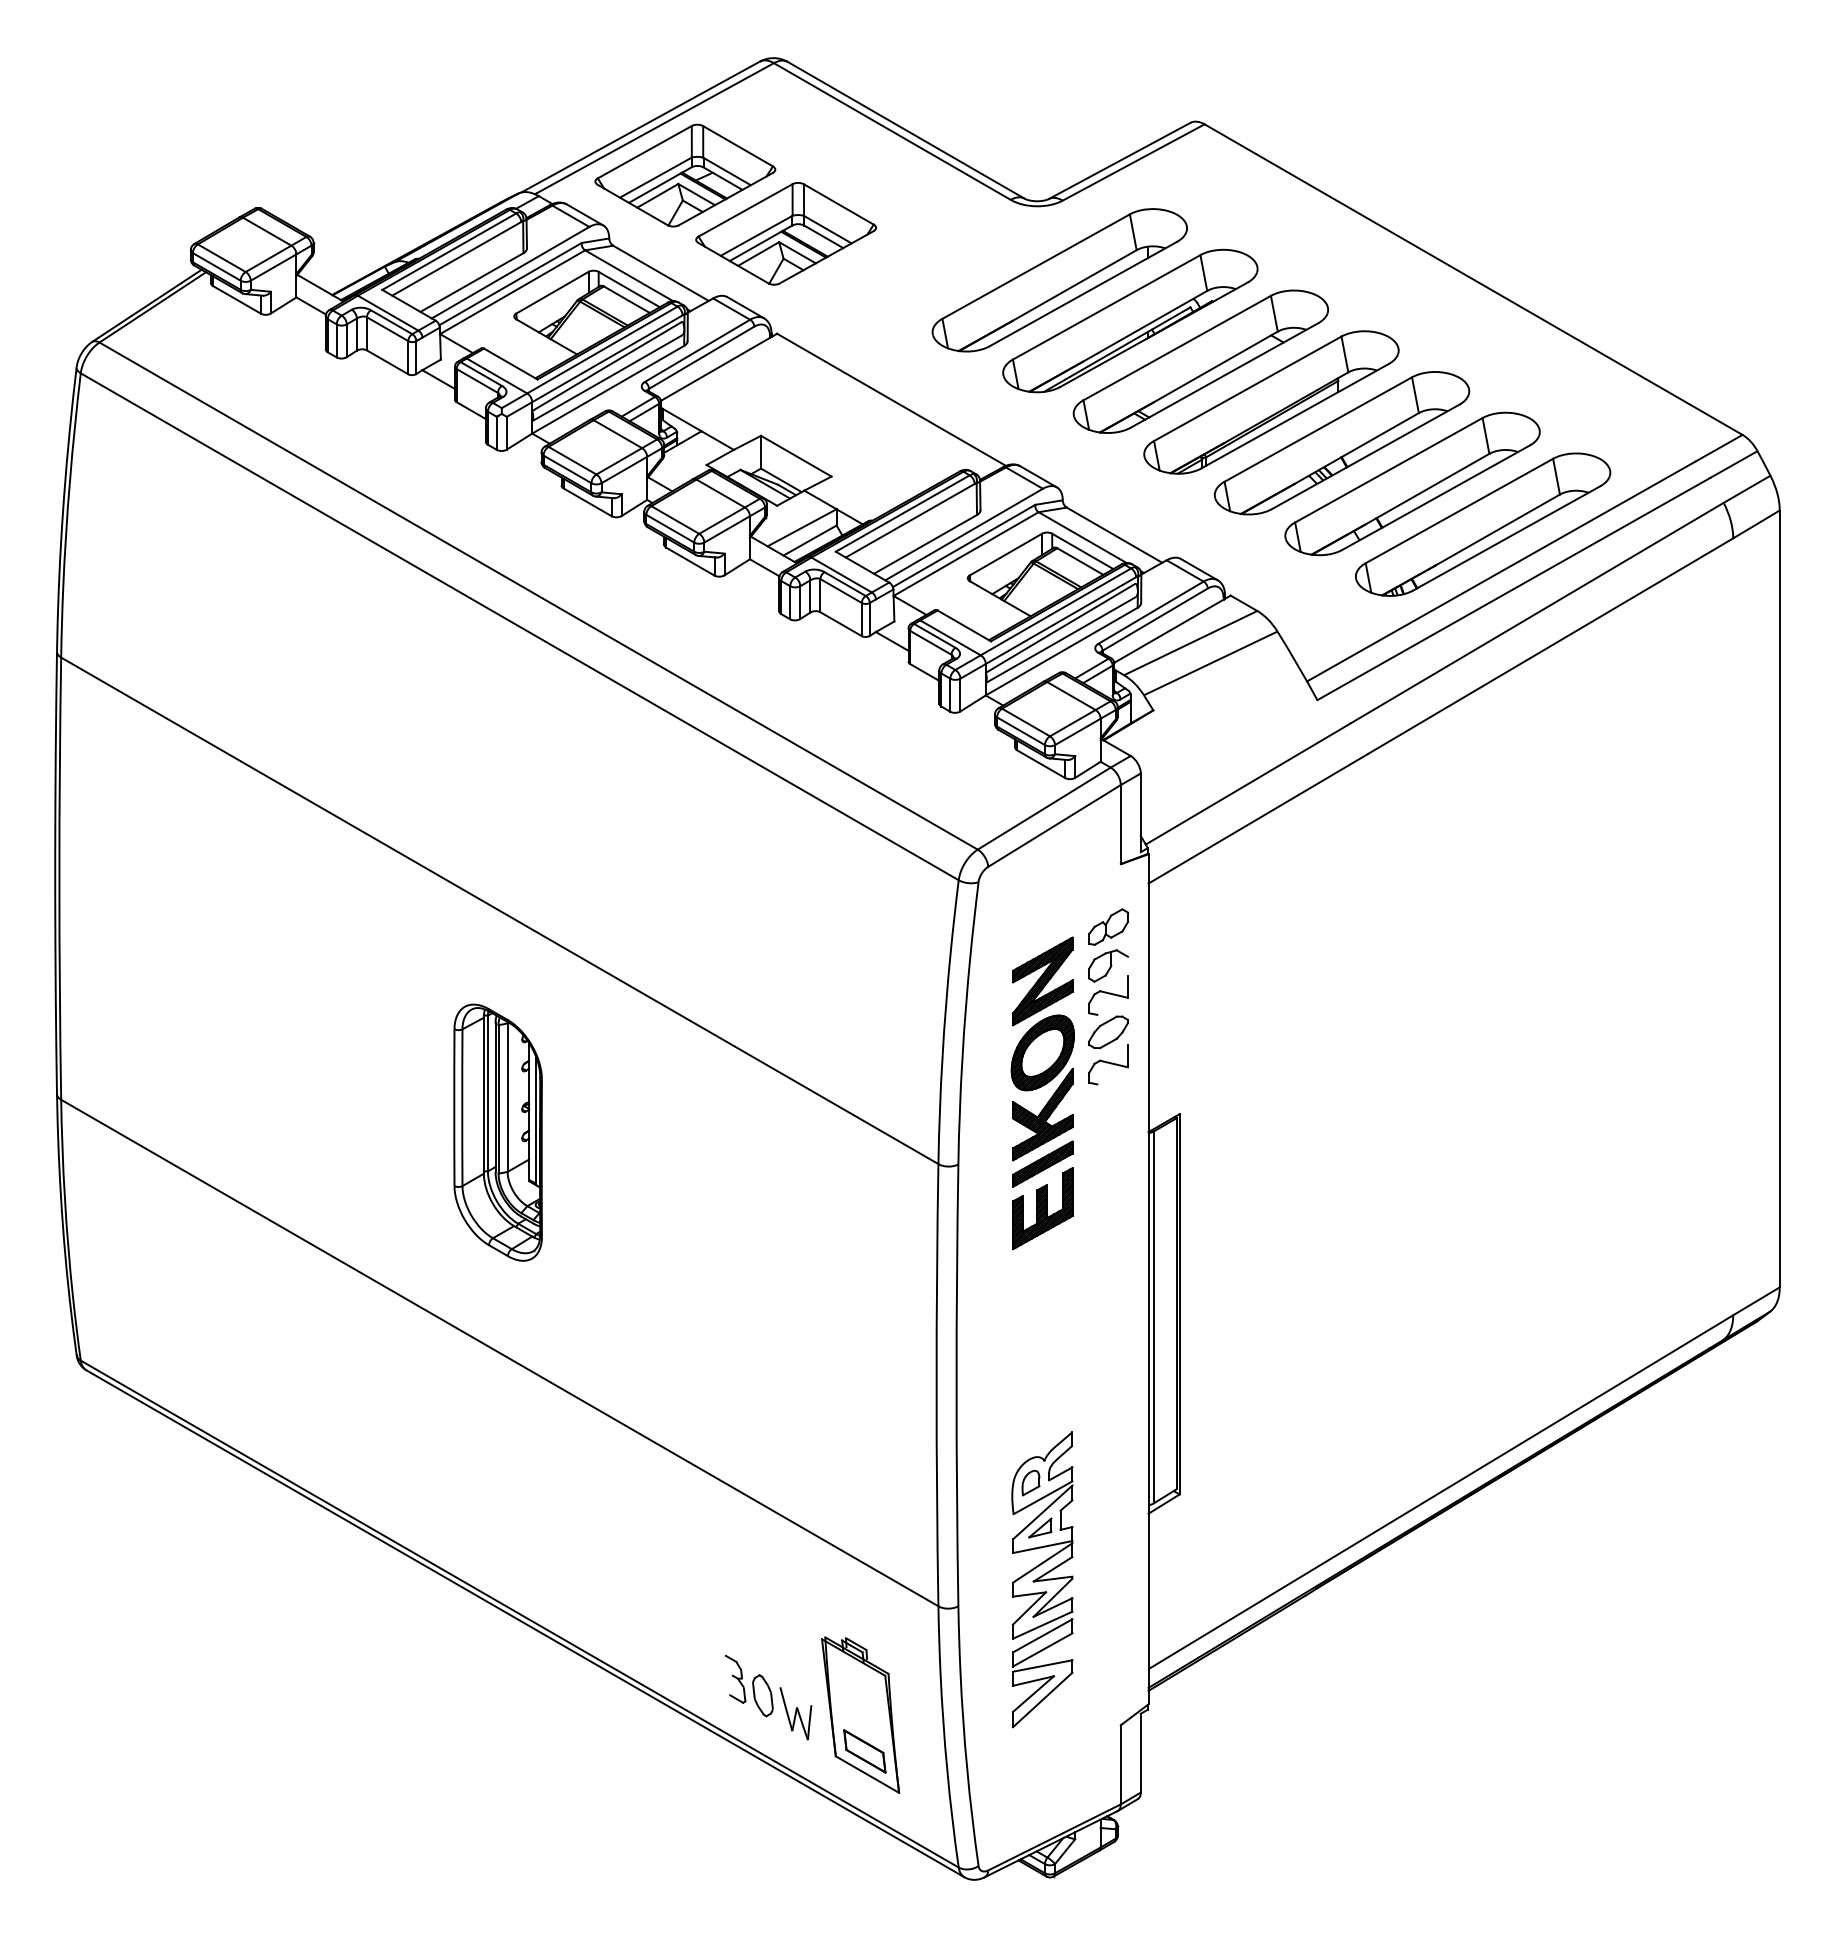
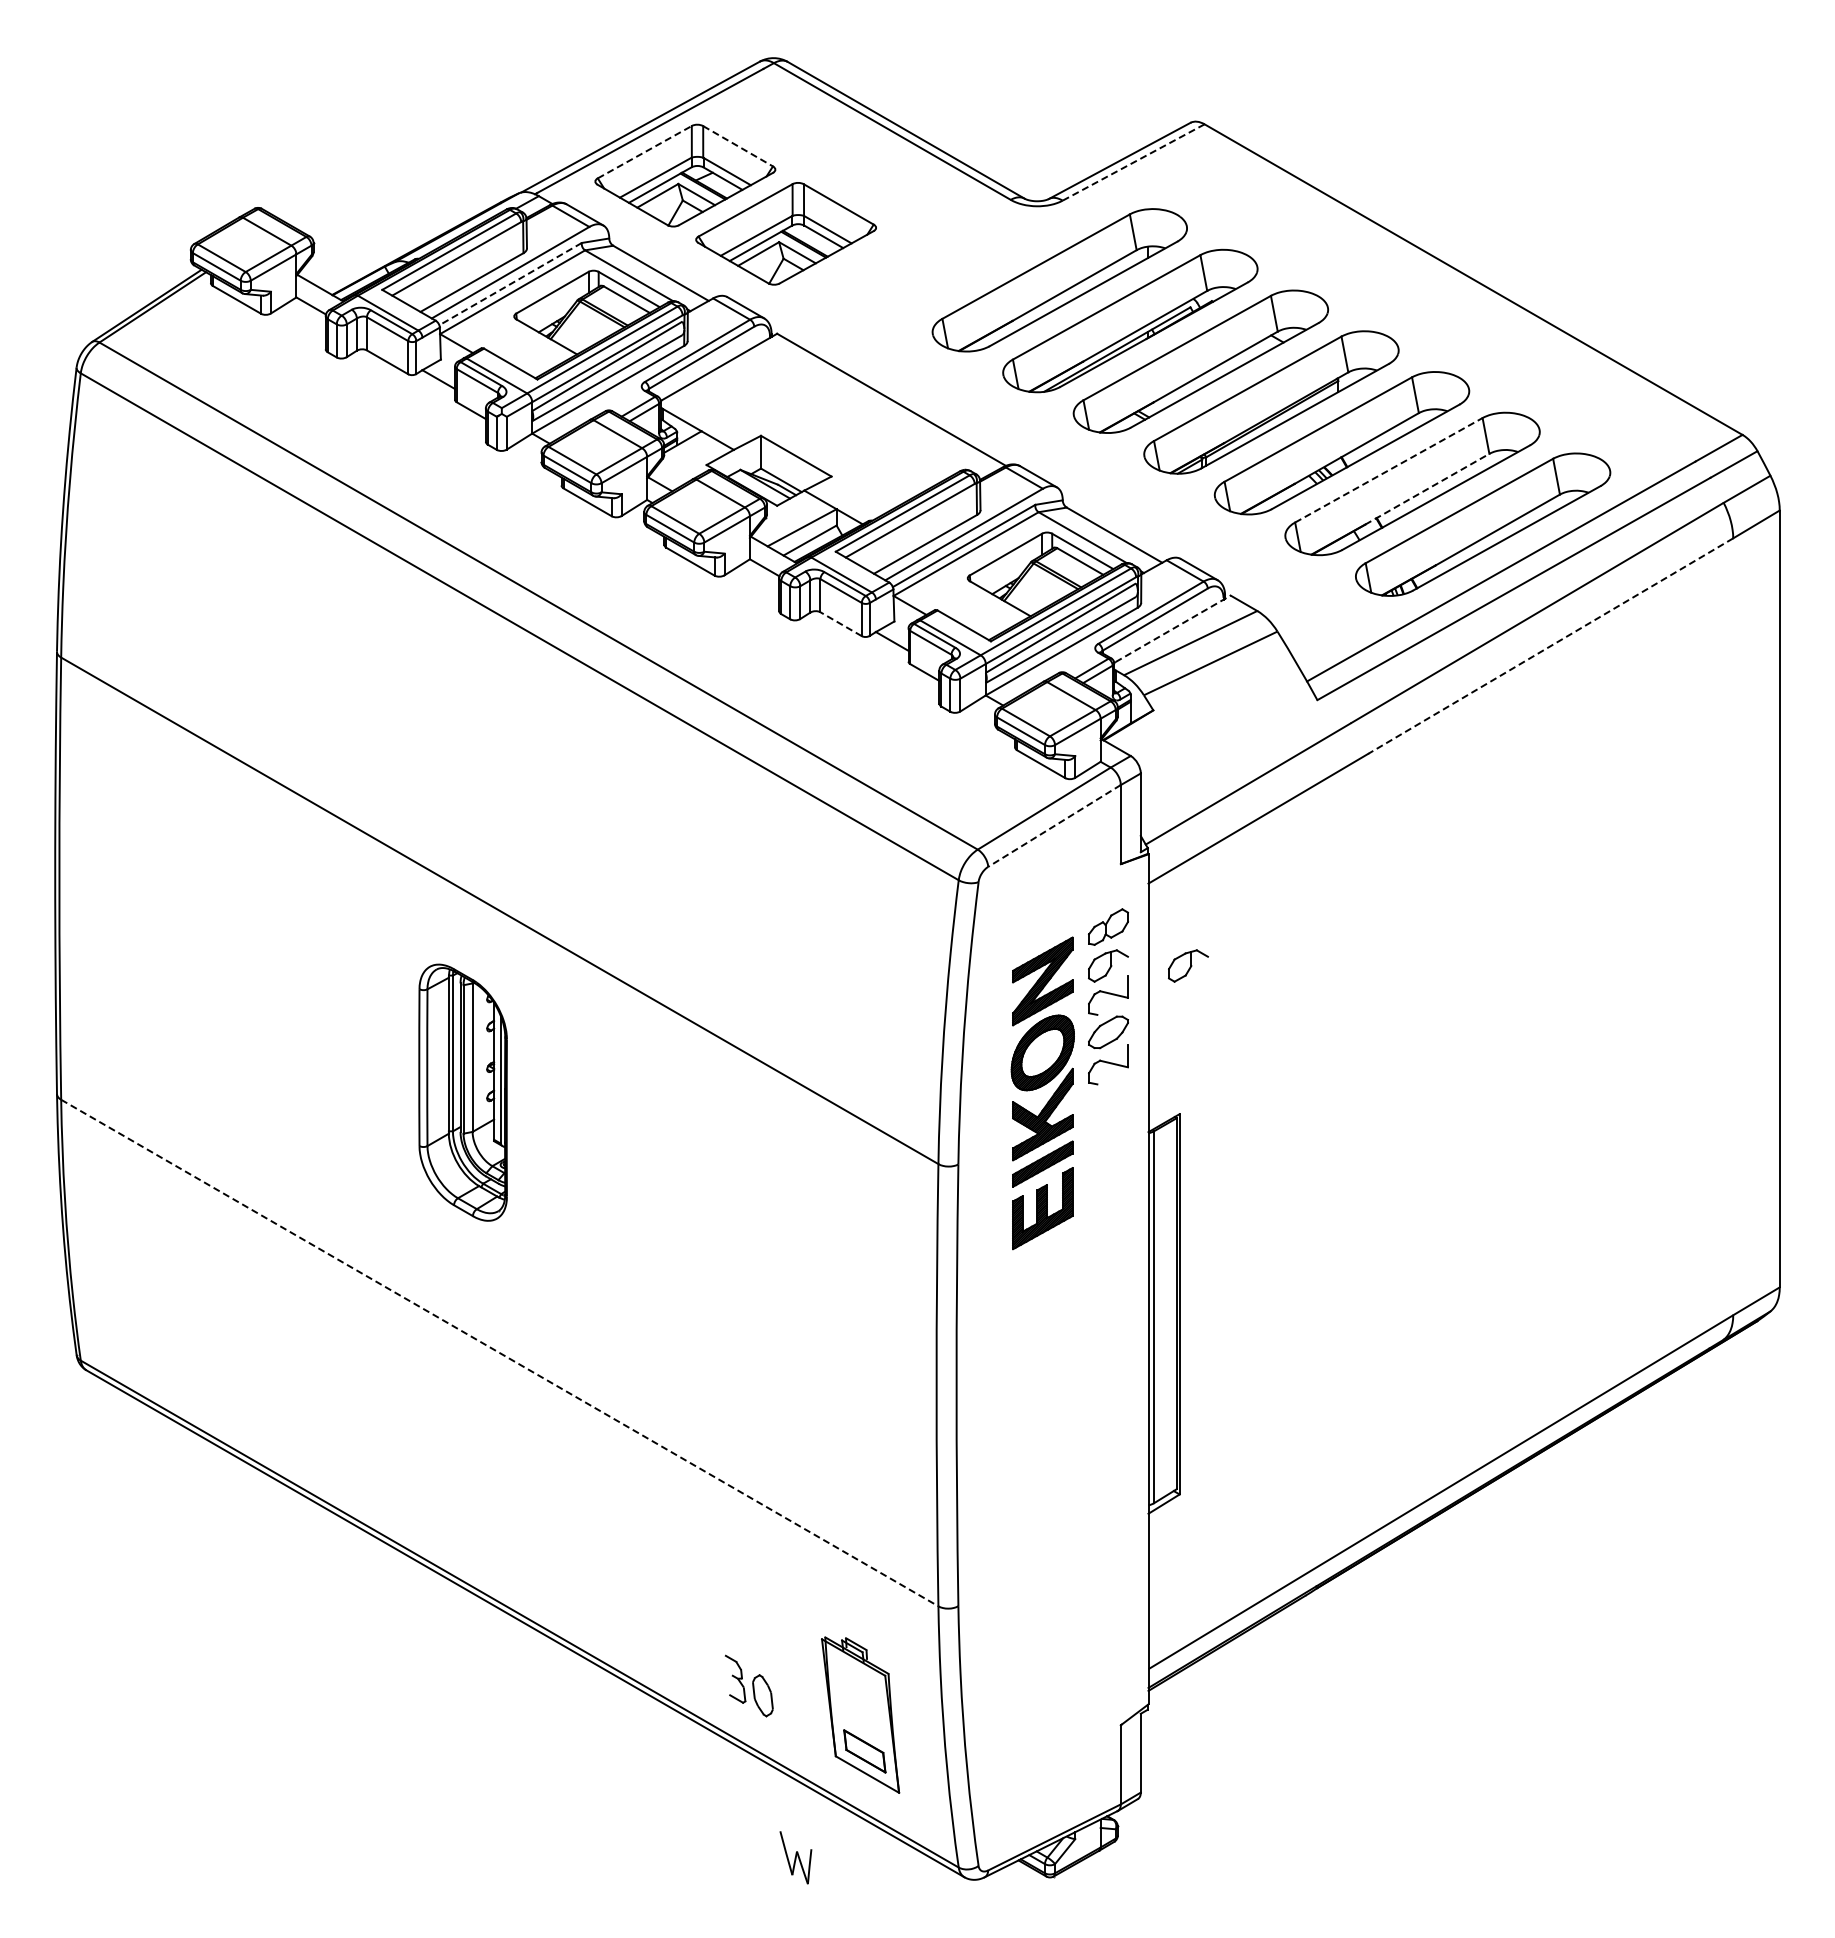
line at (738, 146): solid -> dashed
line at (644, 152): solid -> dashed
line at (1133, 162): solid -> dashed
line at (510, 284): solid -> dashed
line at (1389, 470): solid -> dashed
line at (1427, 489): solid -> dashed
line at (841, 624): solid -> dashed
line at (1173, 628): solid -> dashed
line at (1550, 646): solid -> dashed
line at (1054, 825): solid -> dashed
part at (1188, 965): none -> present
part at (497, 1132) position: (497, 1132) -> (462, 1092)
line at (500, 1353): solid -> dashed
part at (1042, 1579): present -> none
part at (795, 1713) position: (795, 1713) -> (795, 1857)
